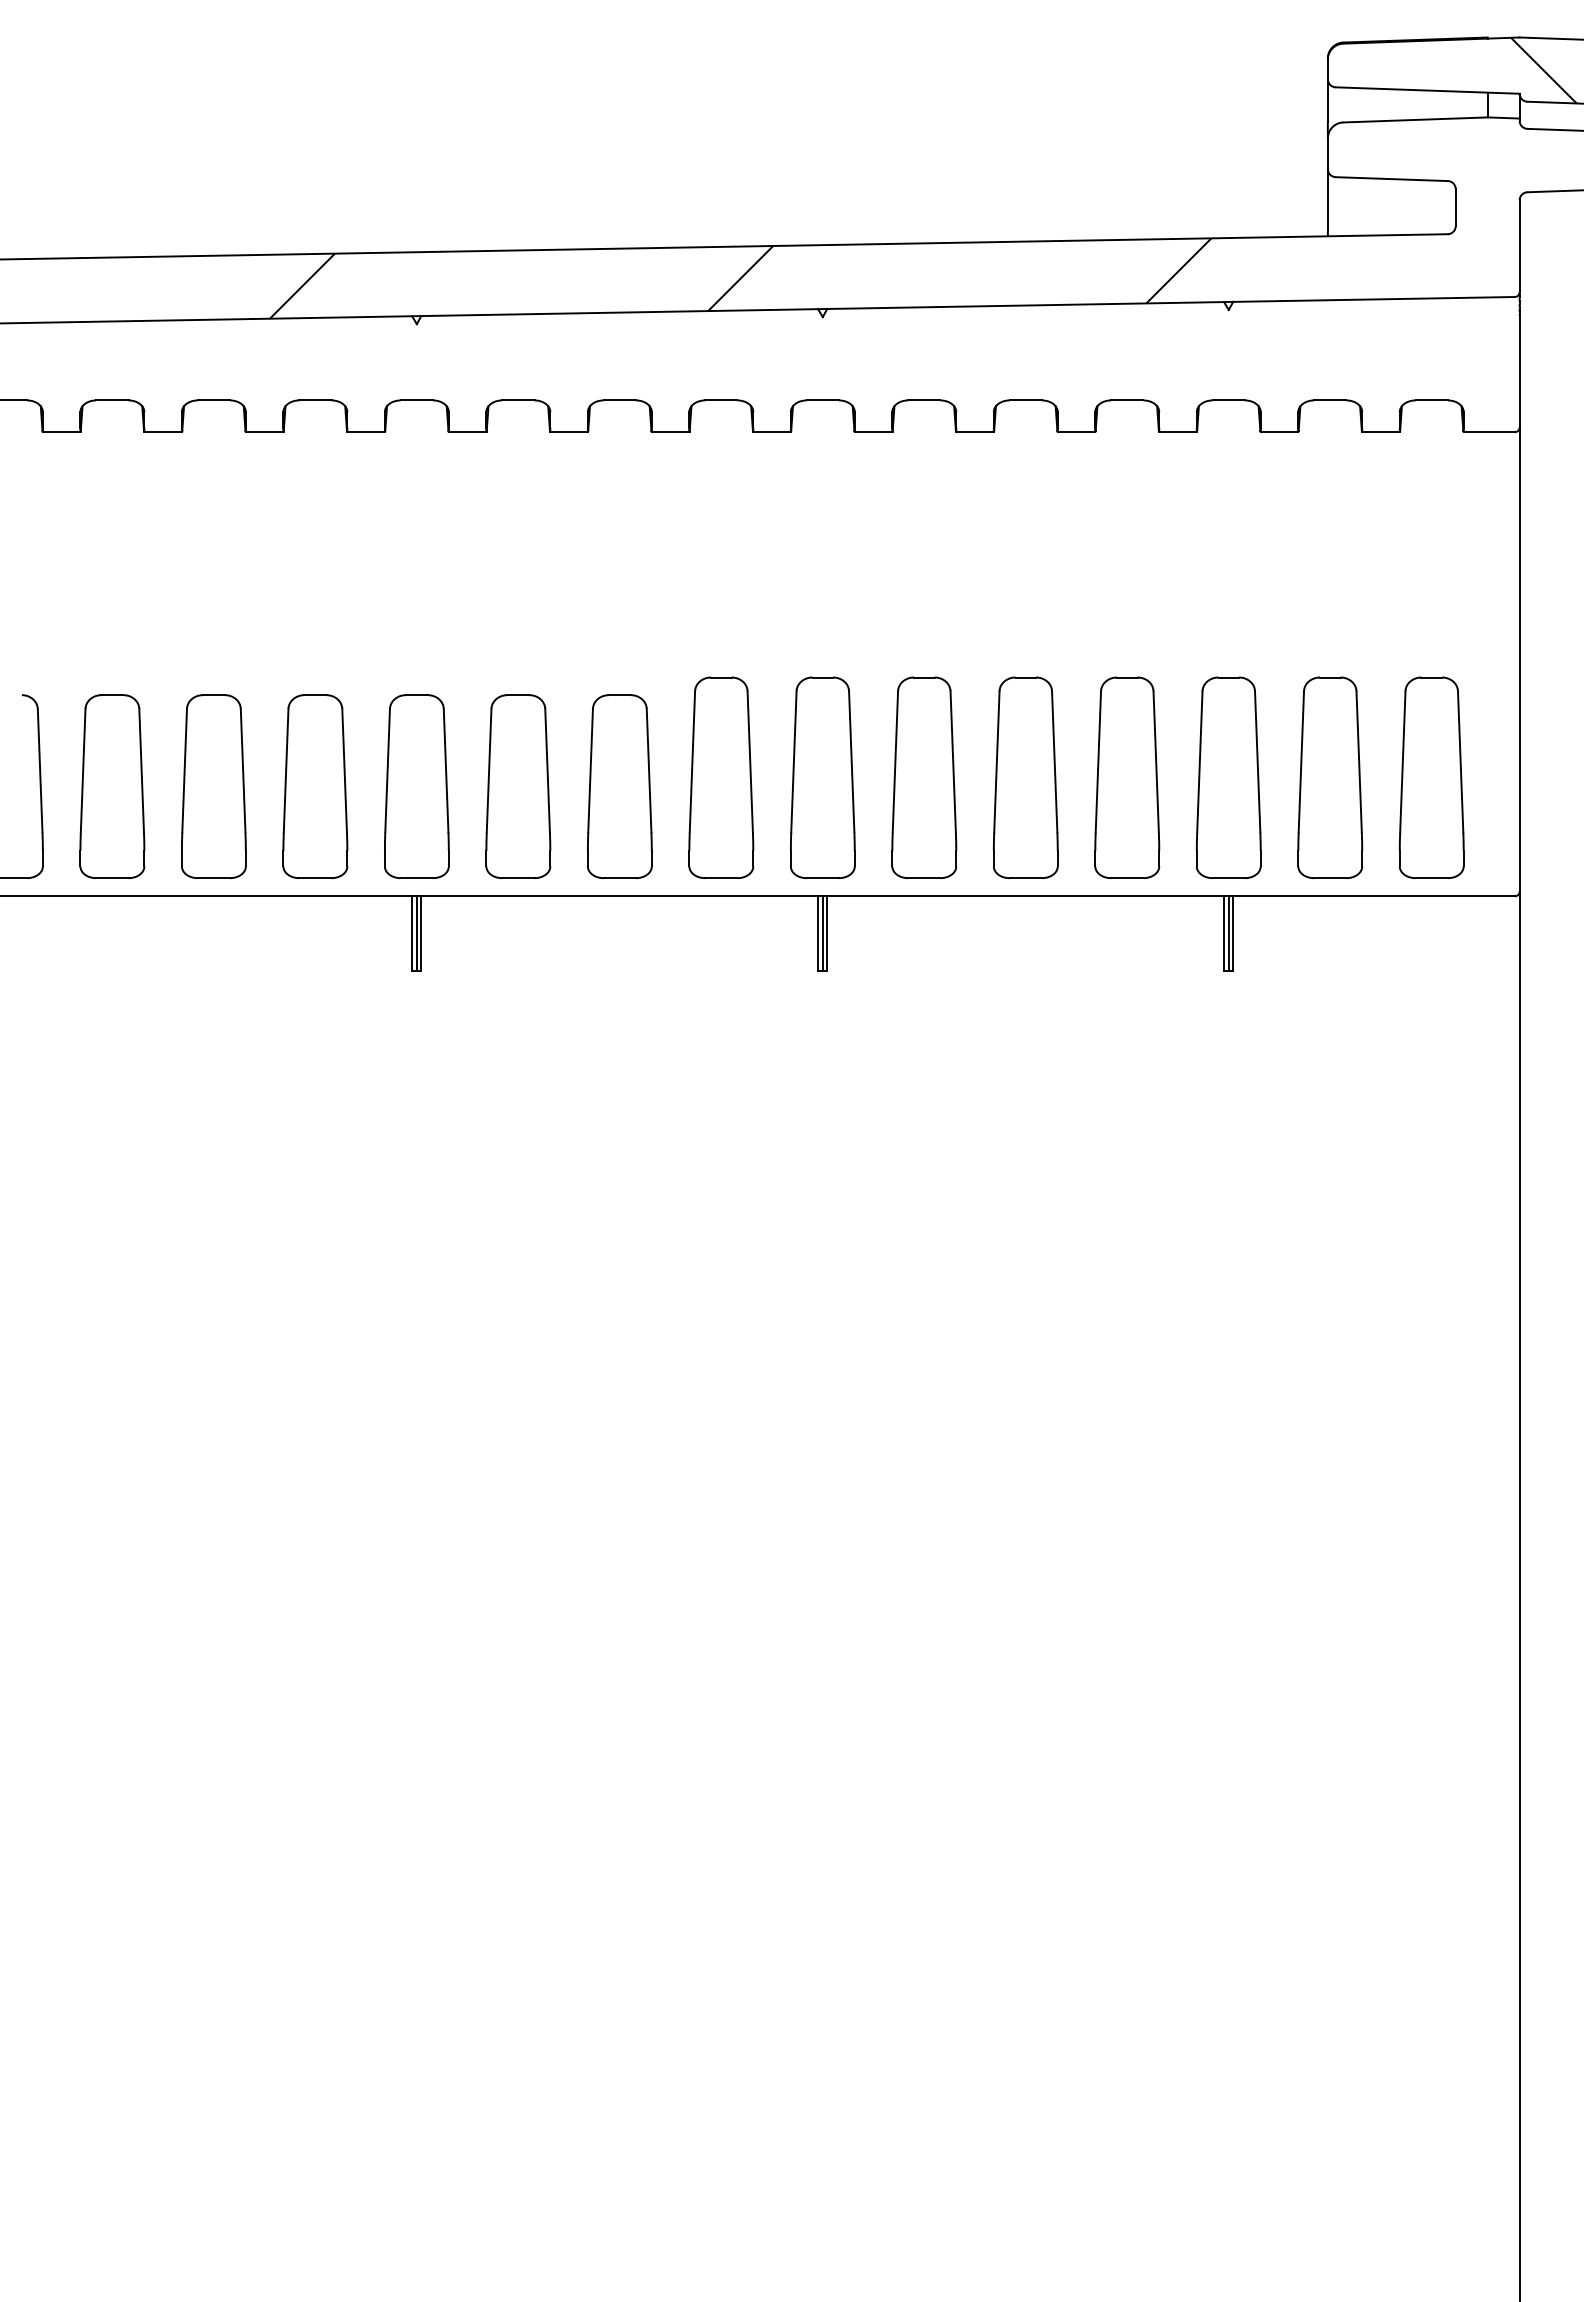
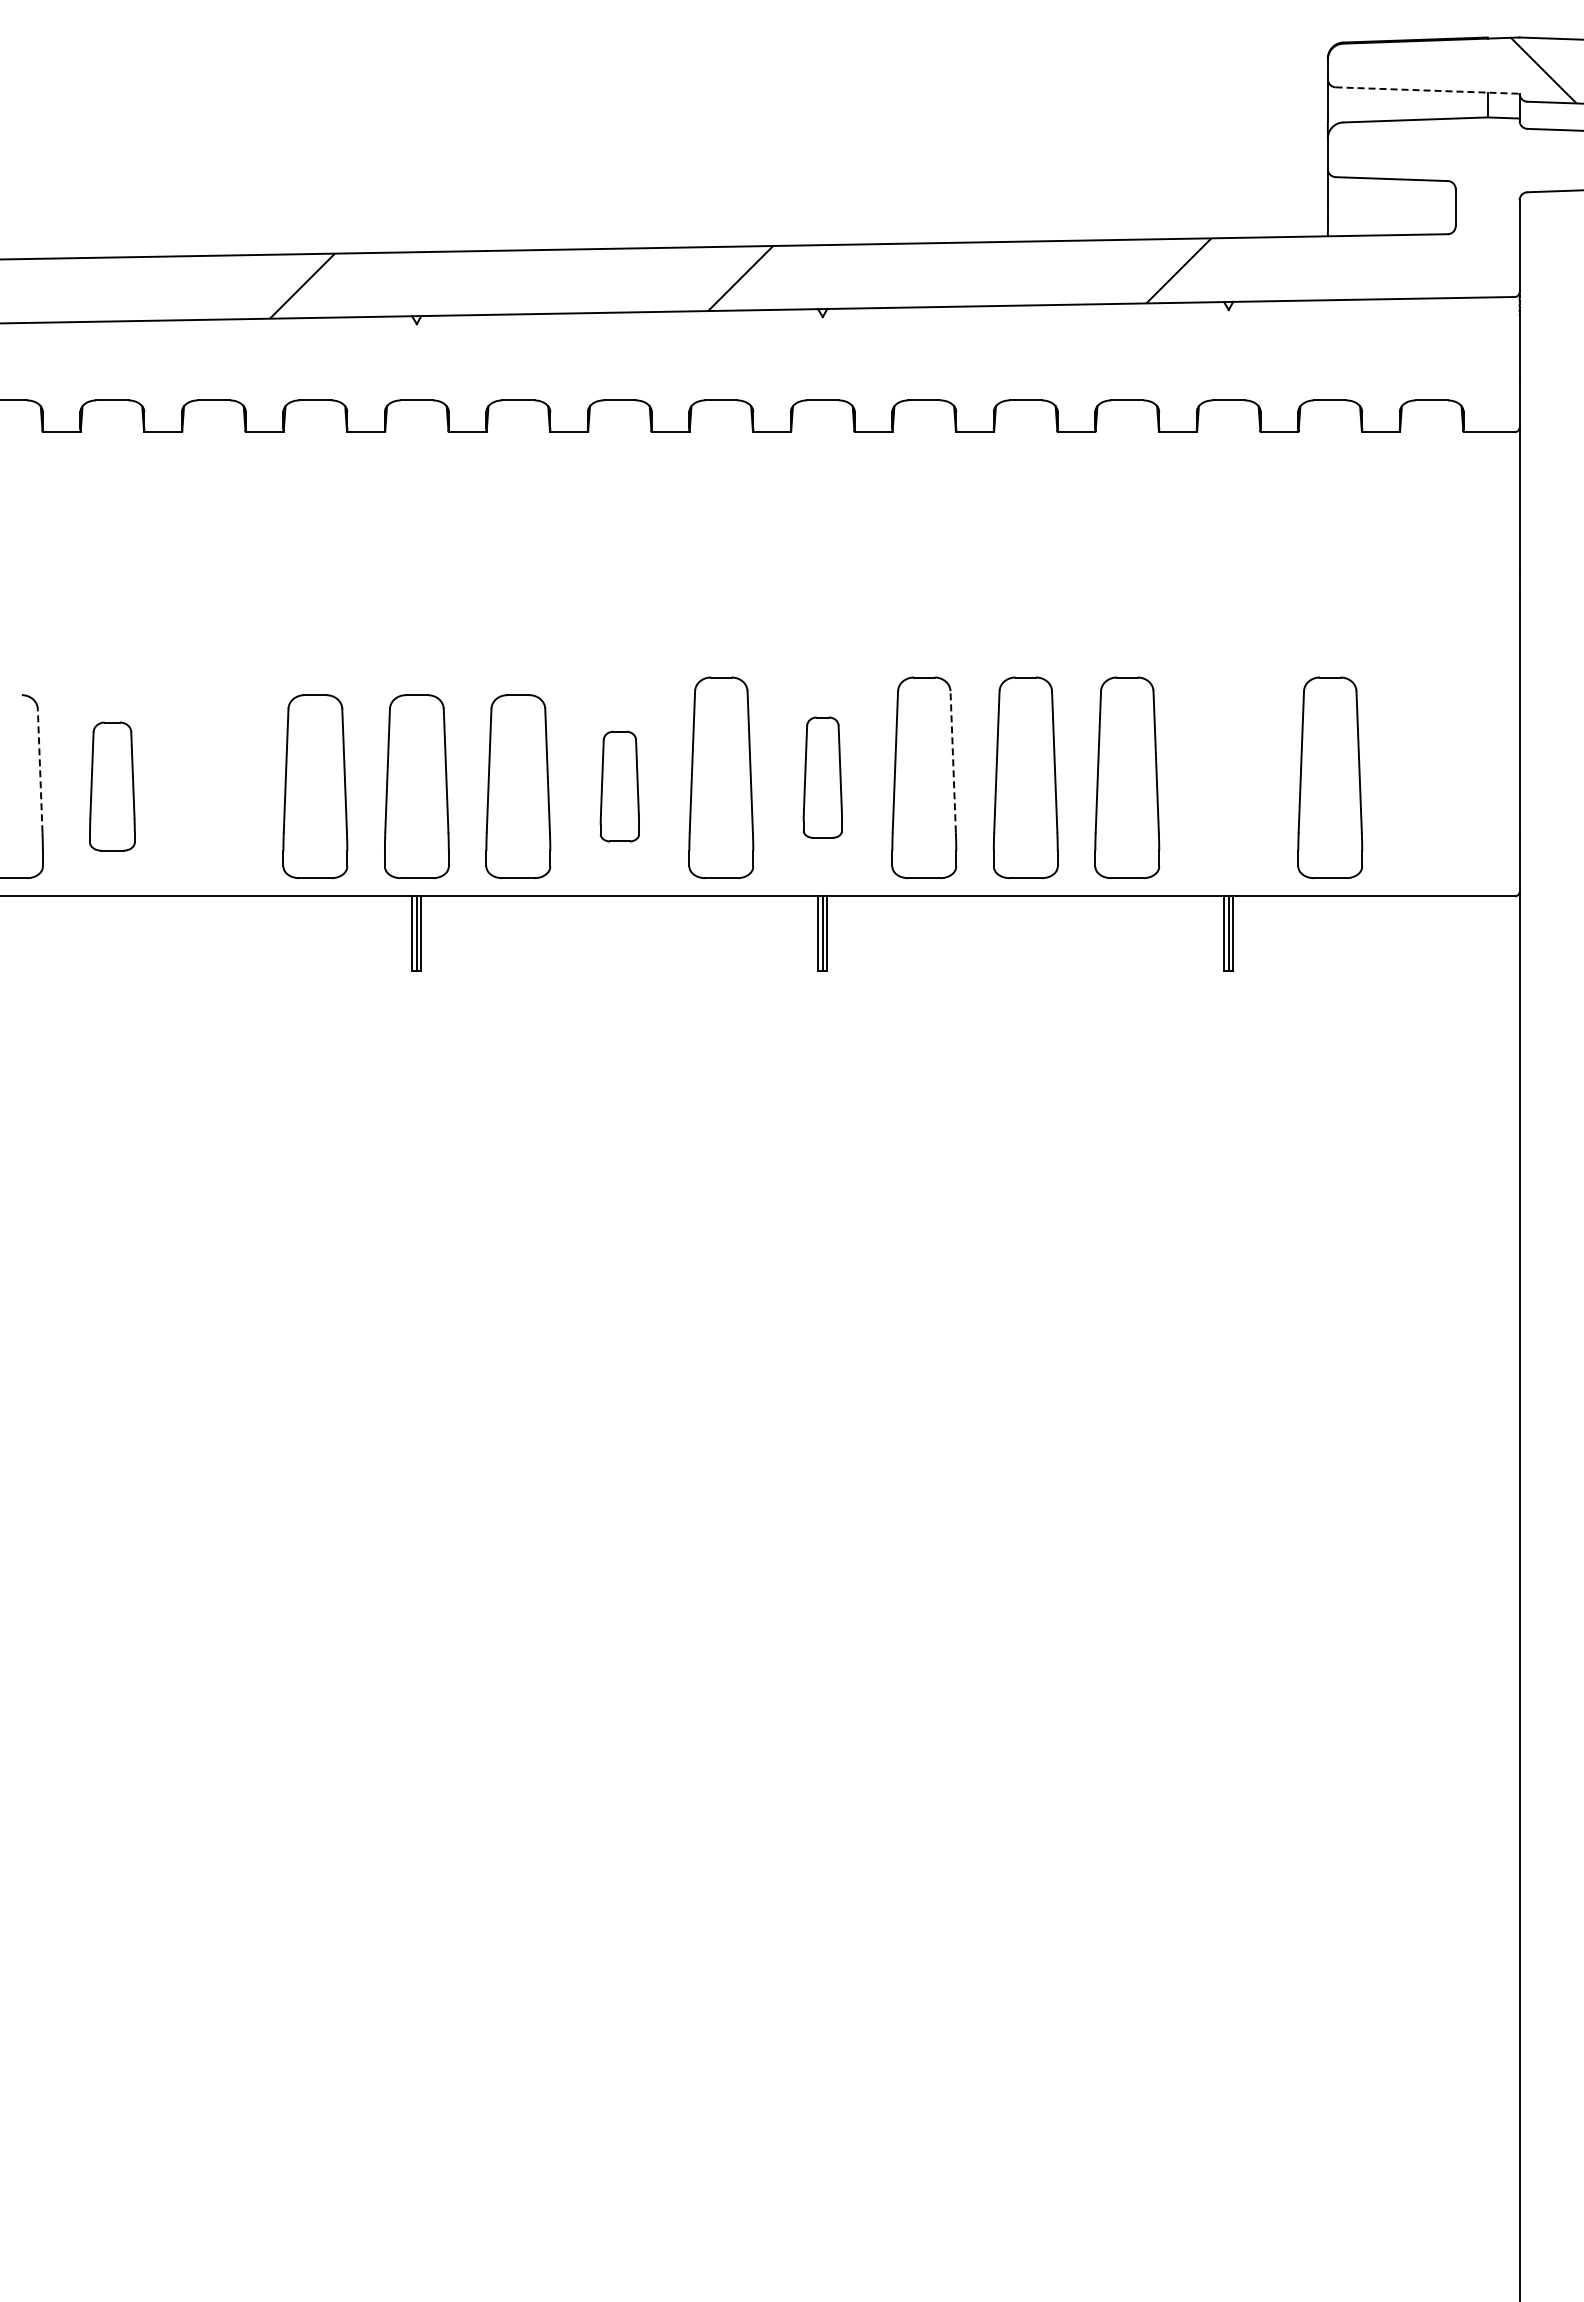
line at (1428, 90): solid -> dashed
line at (953, 761): solid -> dashed
line at (40, 770): solid -> dashed
part at (822, 777) size: 66x203 px -> 41x123 px
part at (1228, 777): present -> none
part at (1431, 777): present -> none
part at (112, 786) size: 67x185 px -> 47x131 px
part at (213, 786): present -> none
part at (619, 786) size: 66x185 px -> 41x113 px
